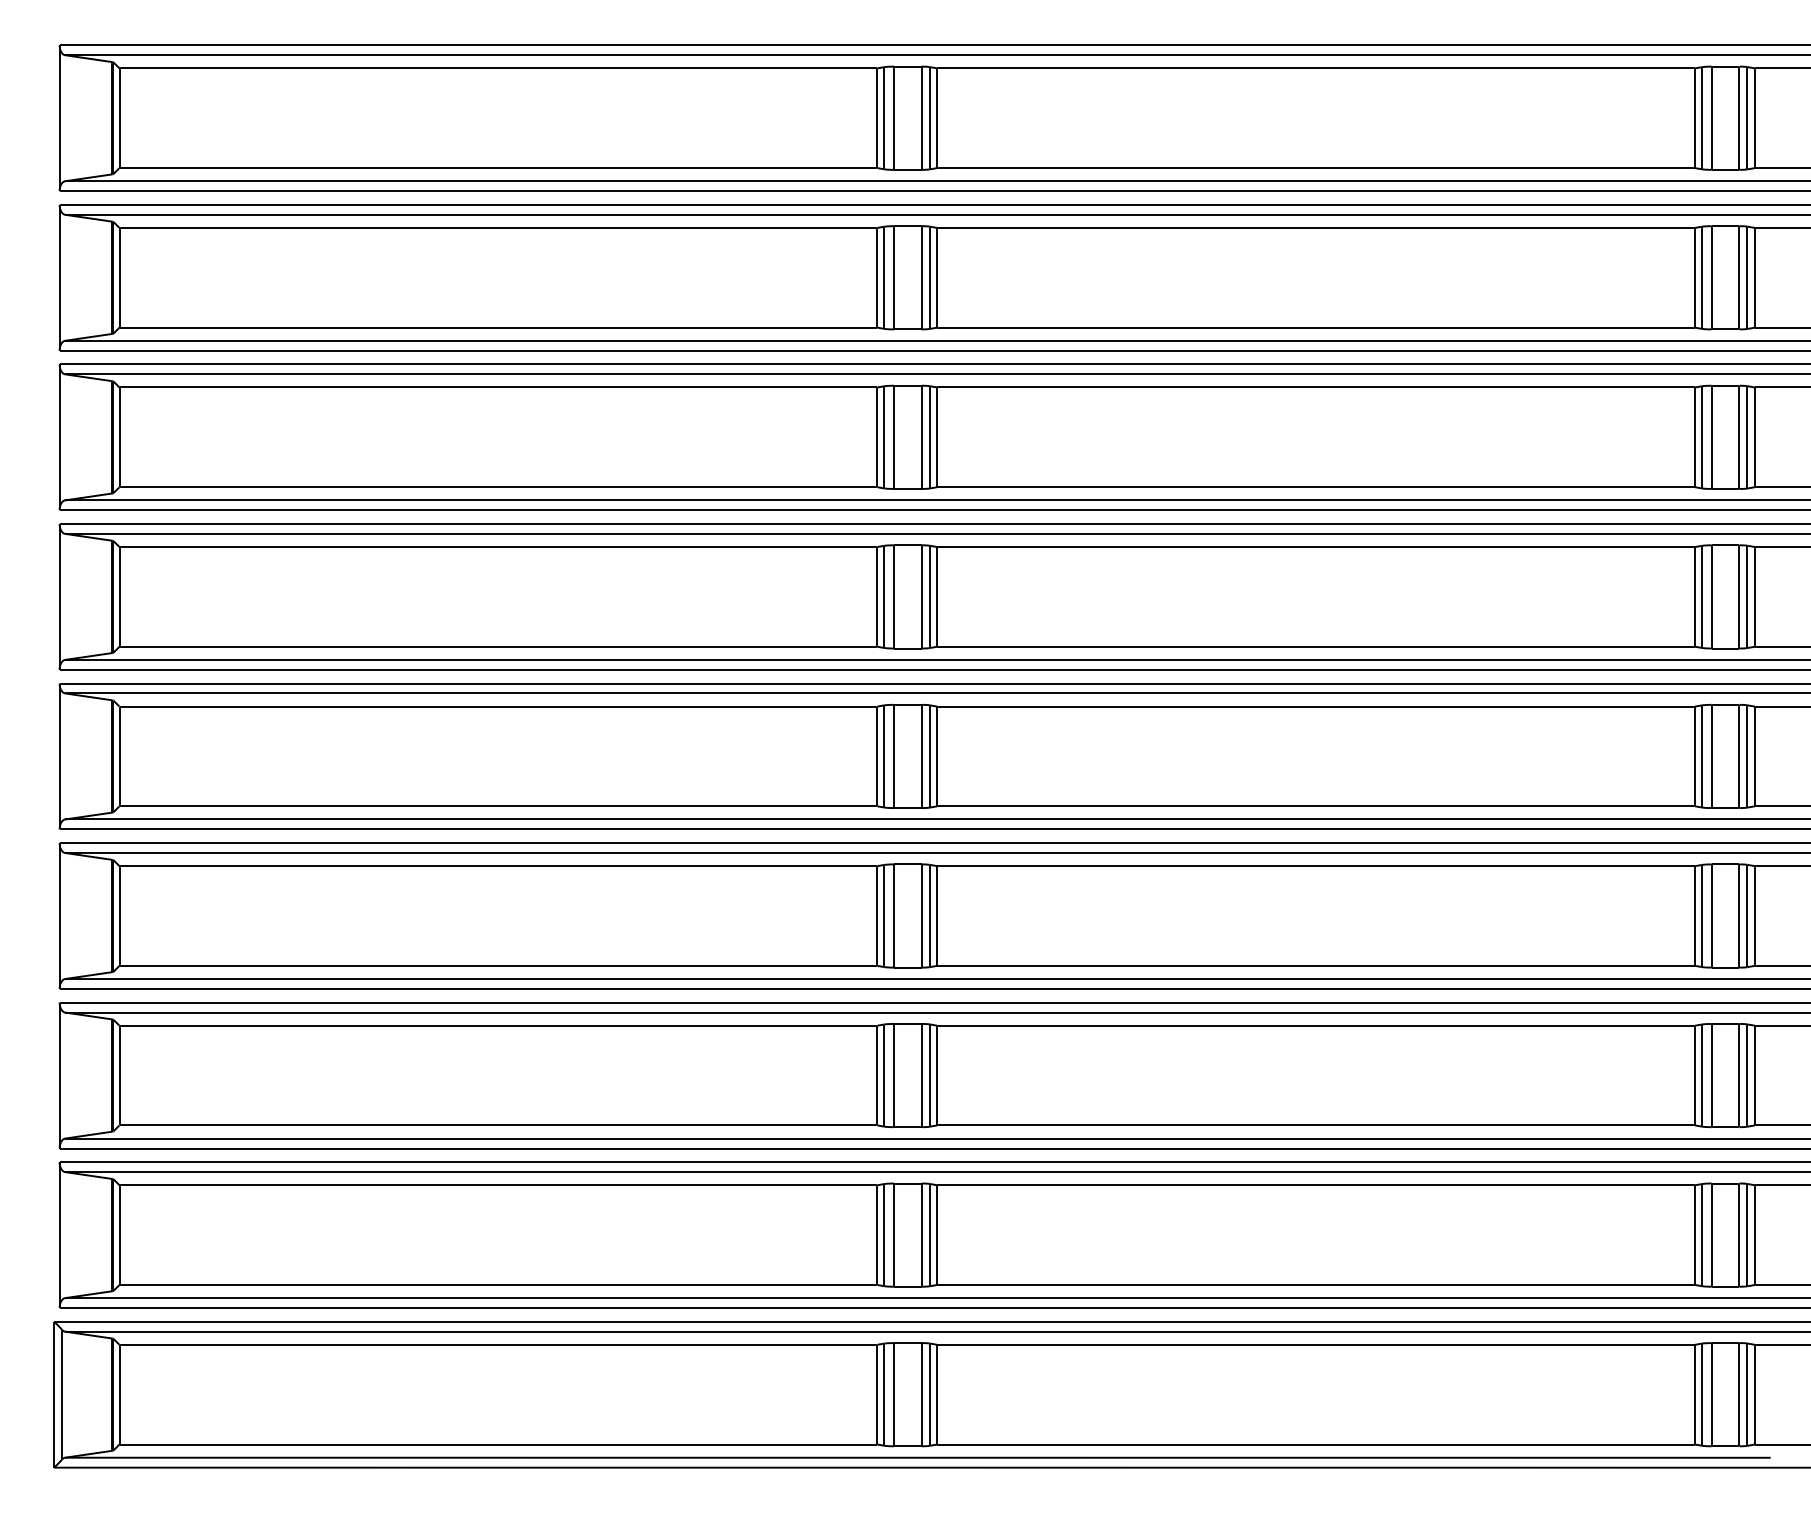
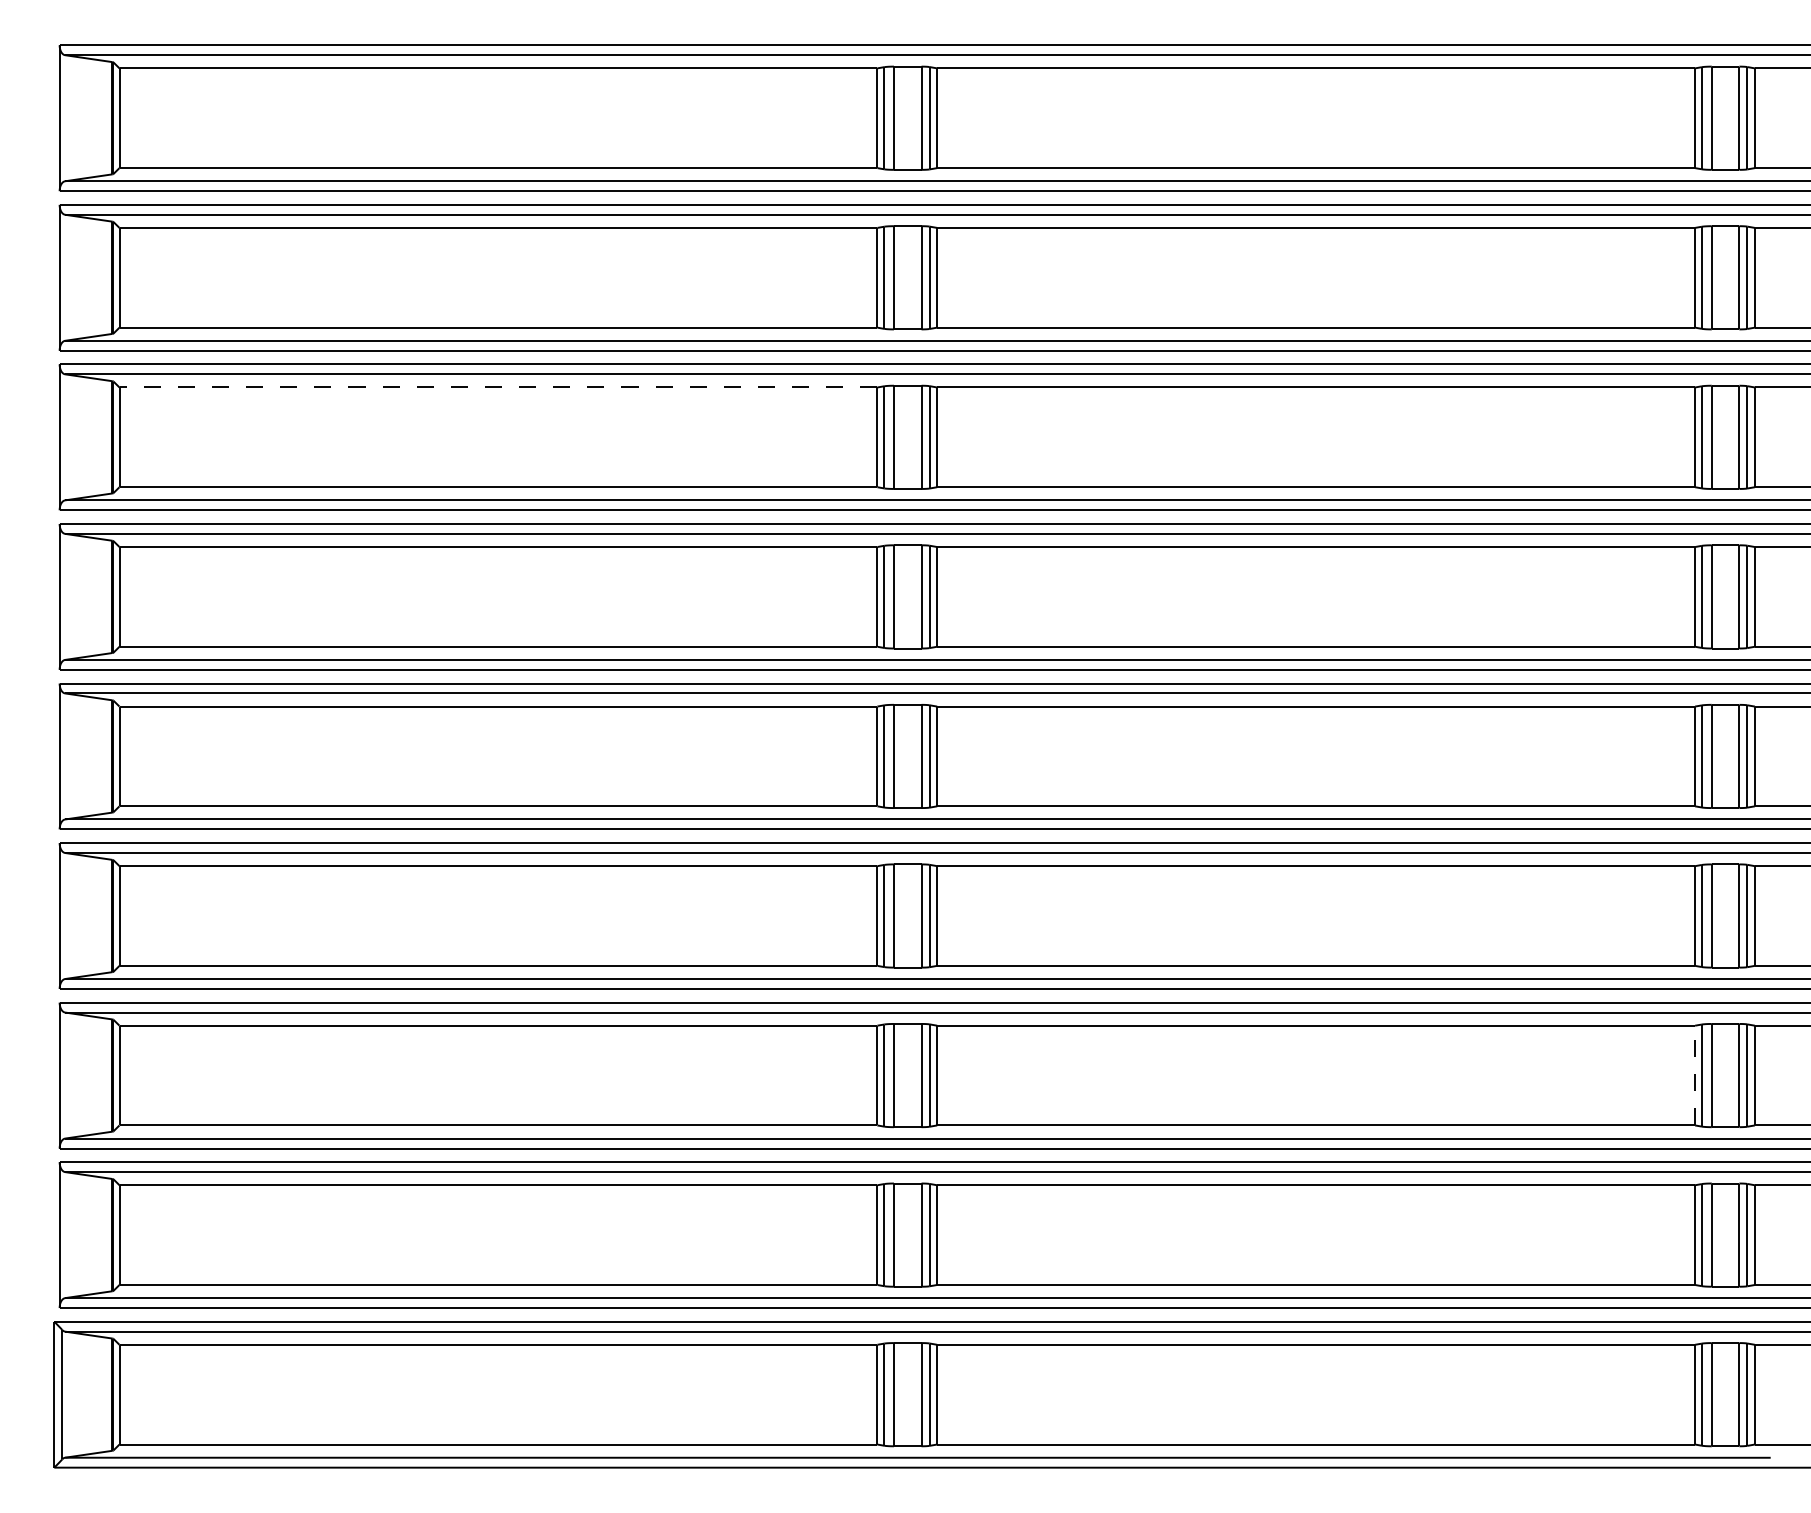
line at (498, 387): solid -> dashed
line at (1695, 1075): solid -> dashed
